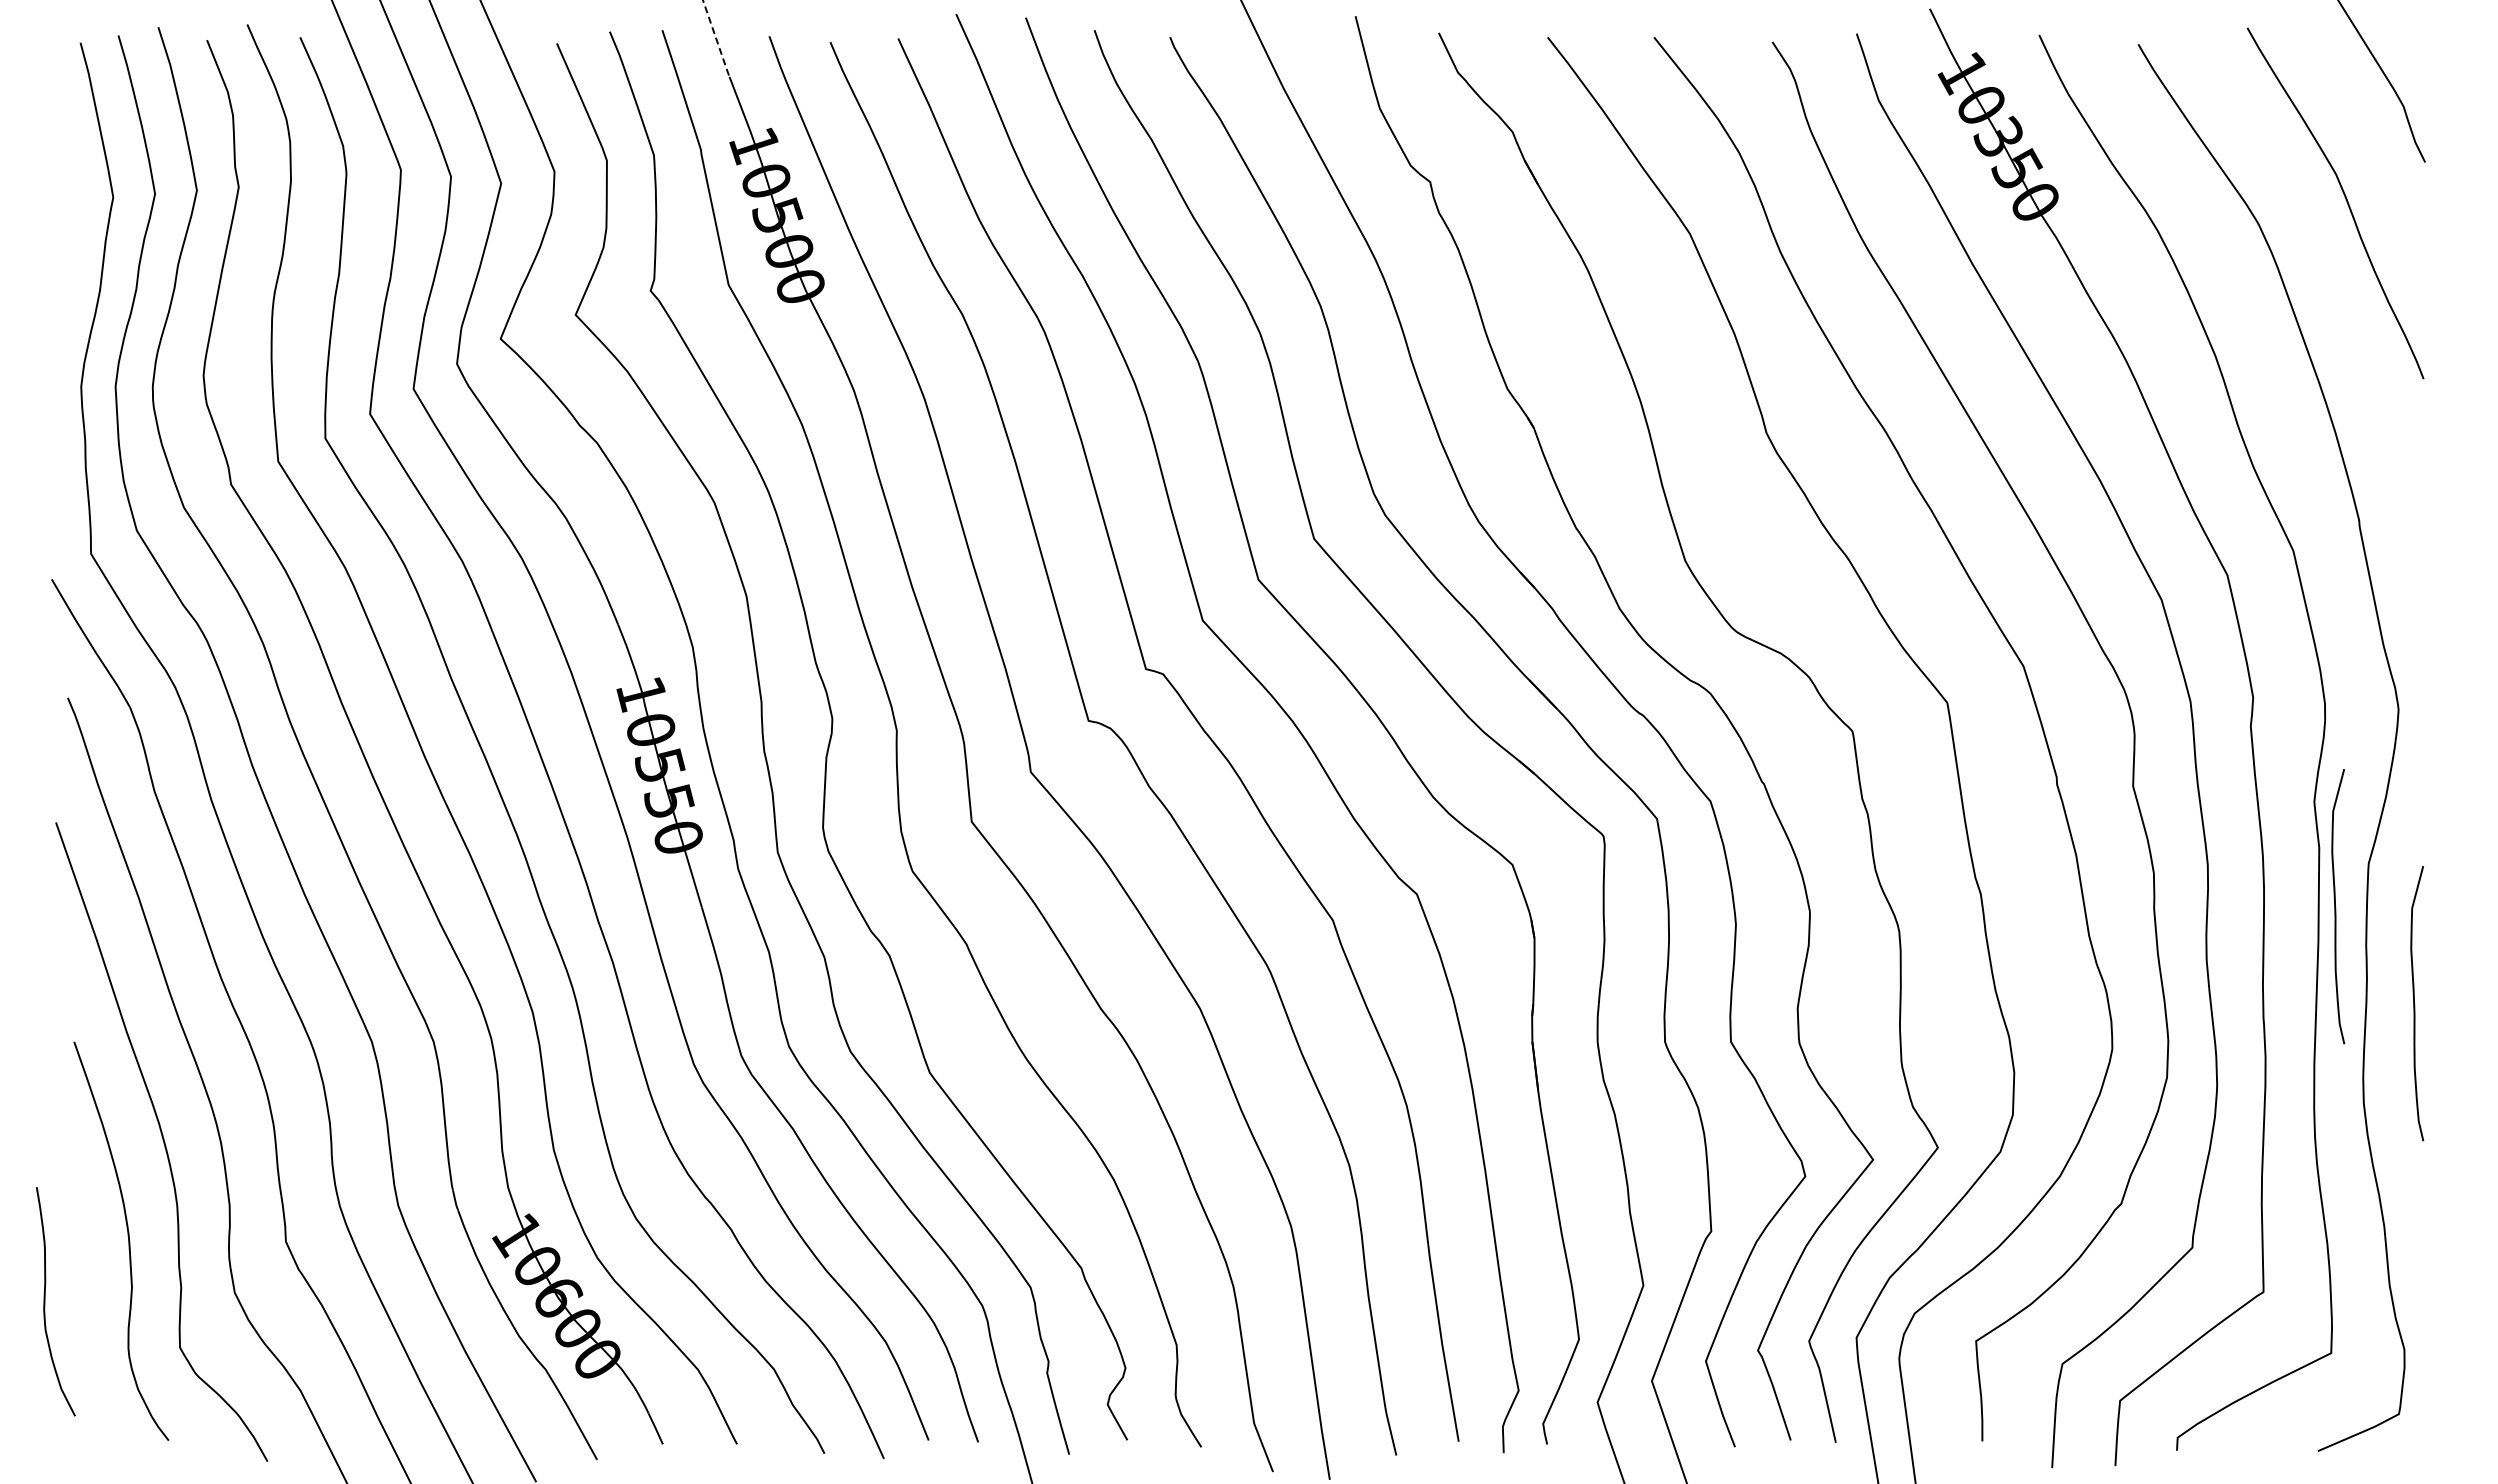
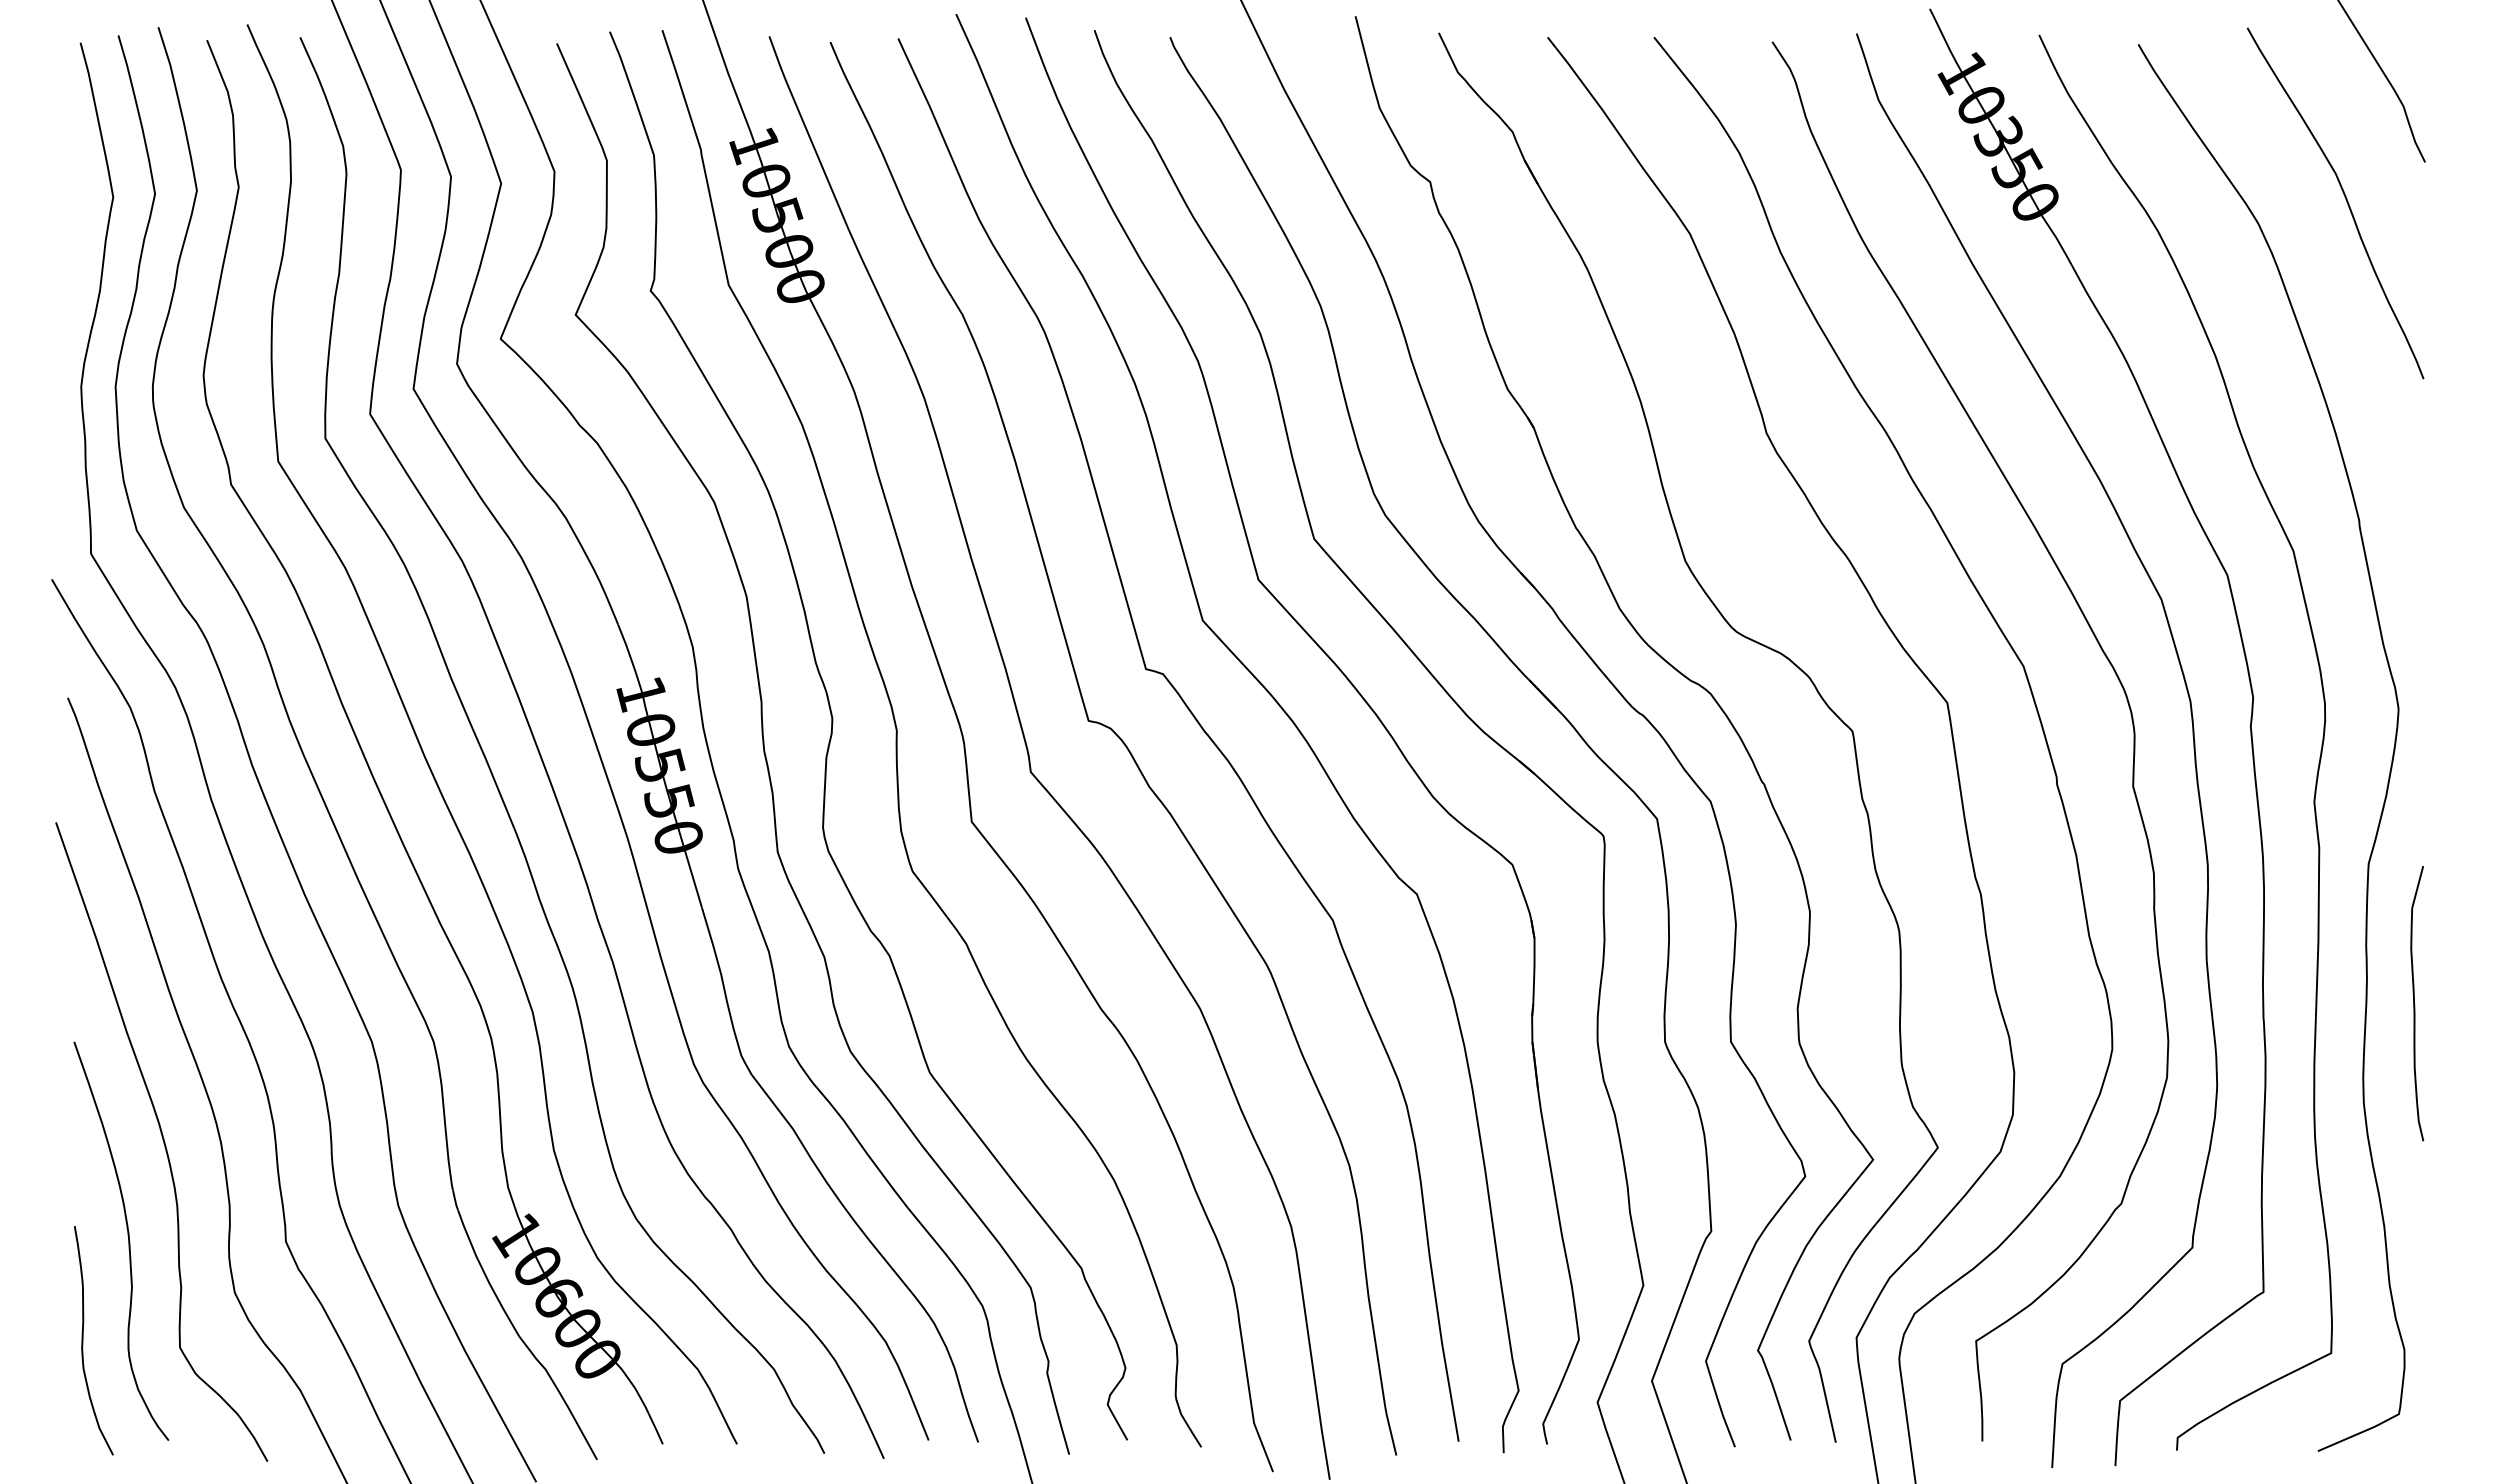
line at (716, 40): dashed -> solid
curve at (2336, 907): present -> none
curve at (45, 1301) position: (45, 1301) -> (83, 1340)
